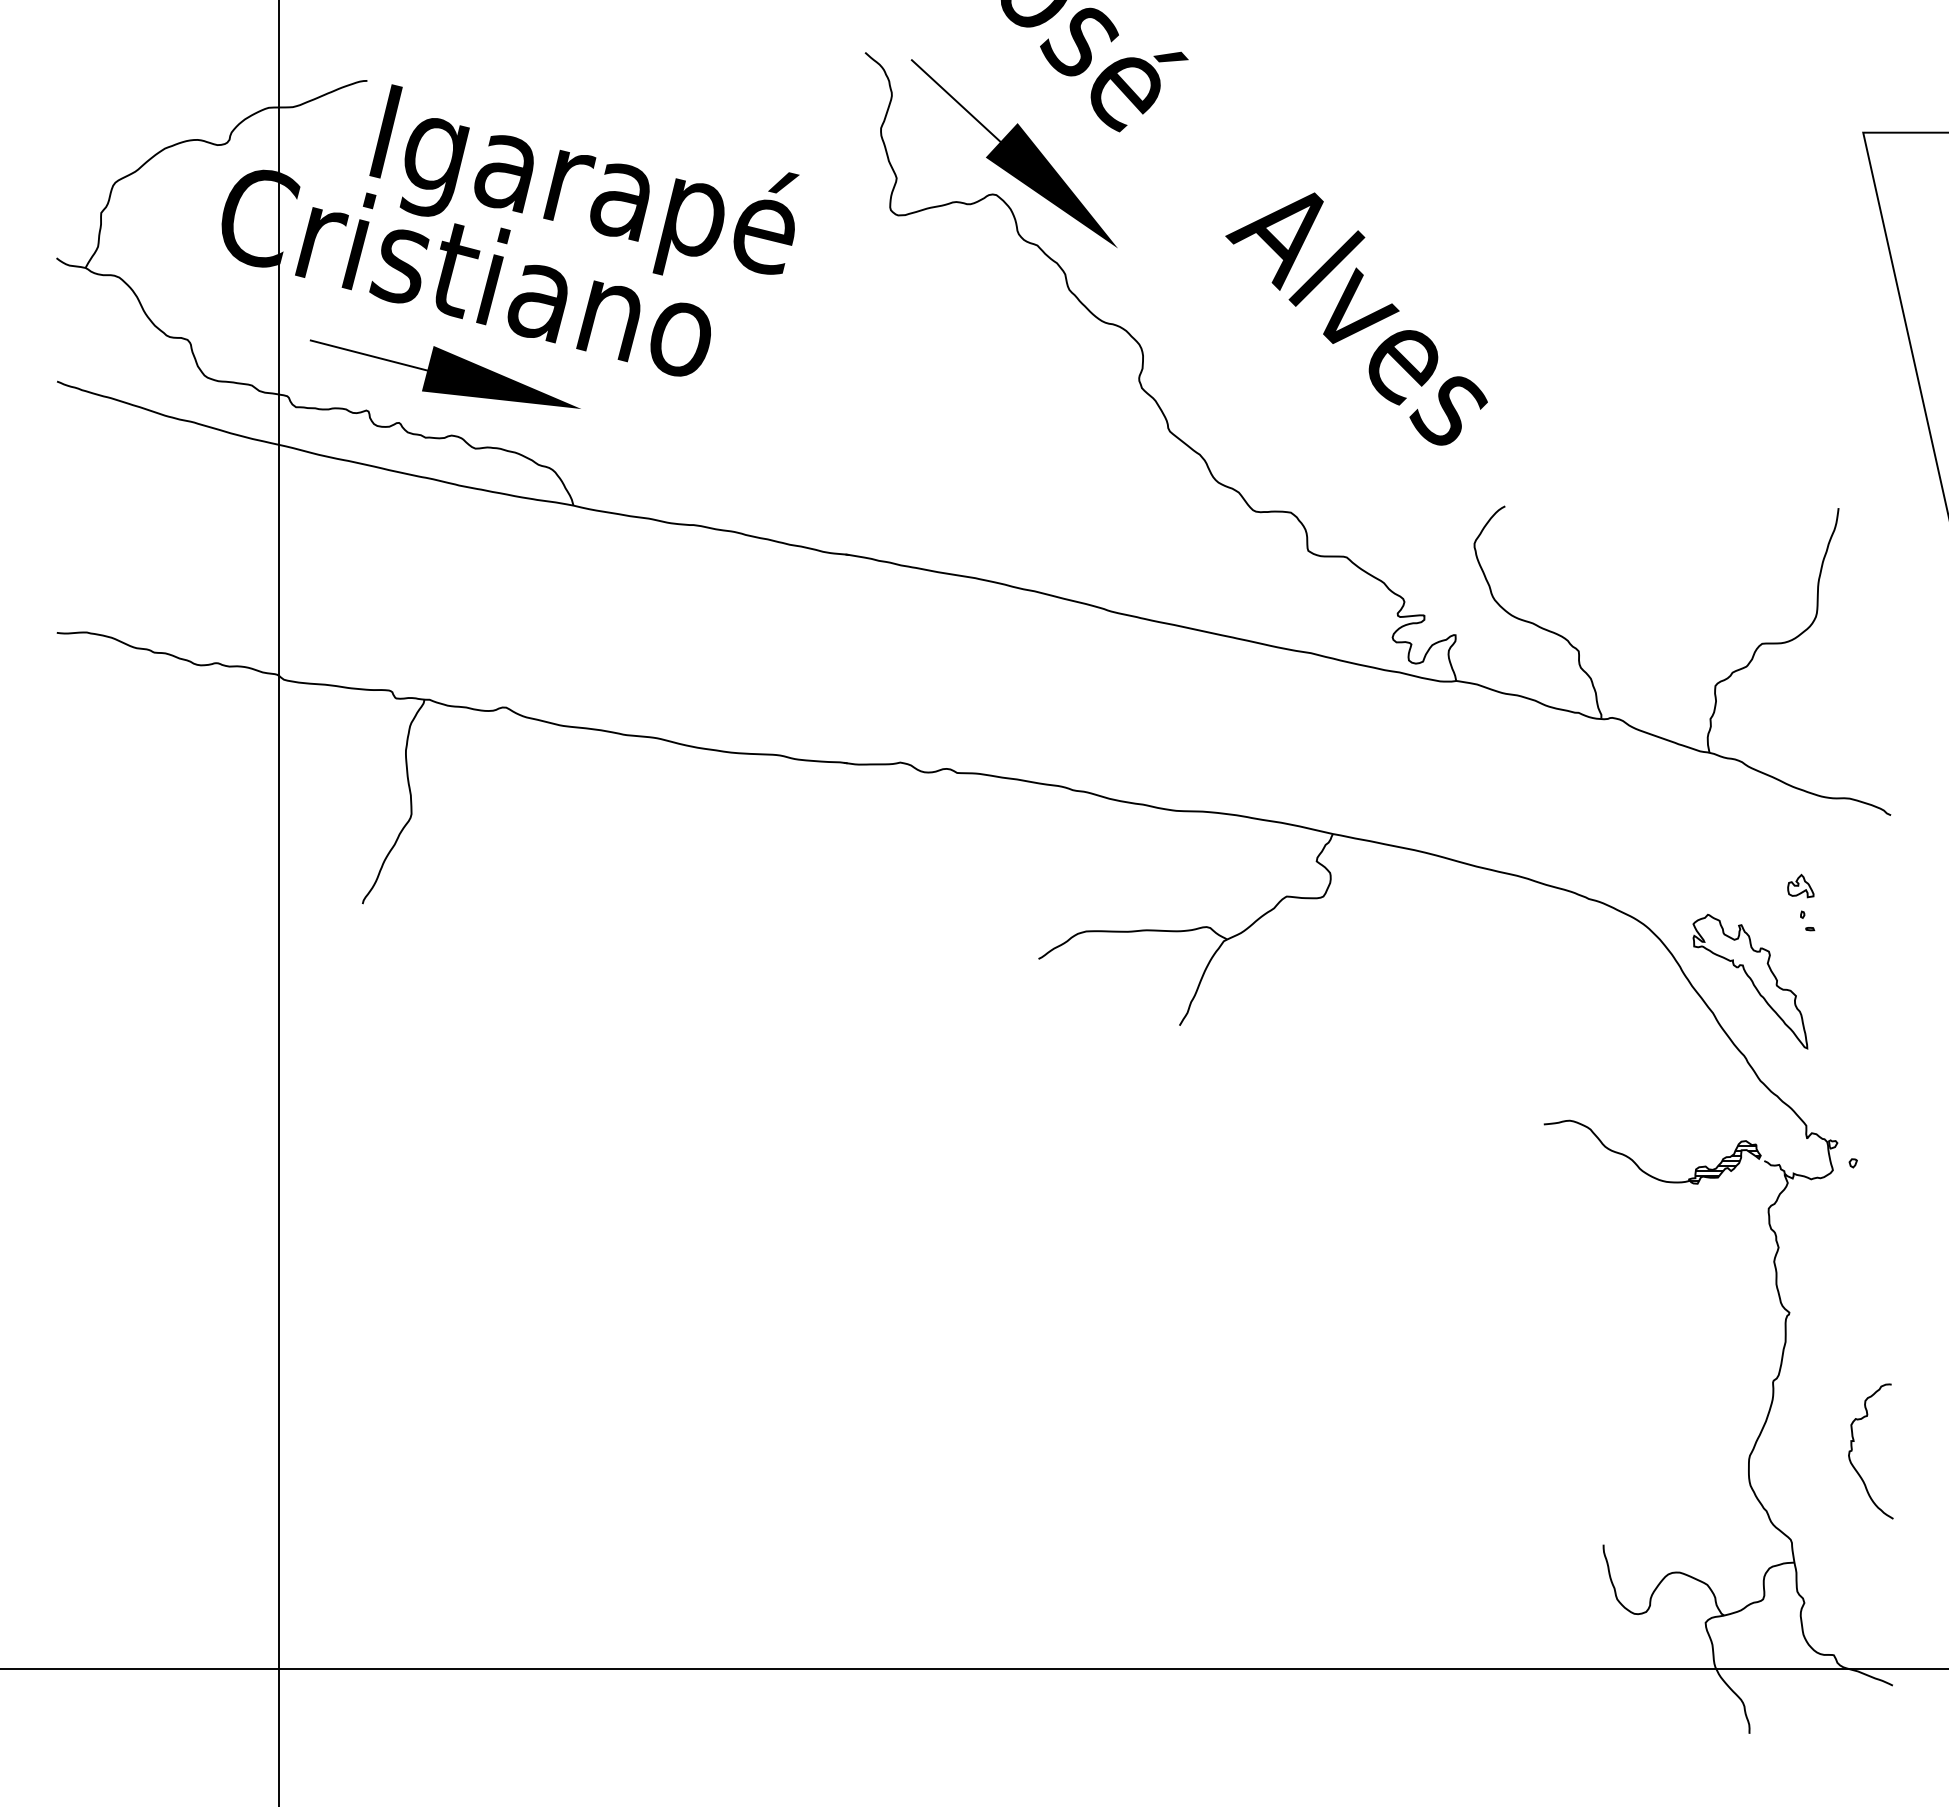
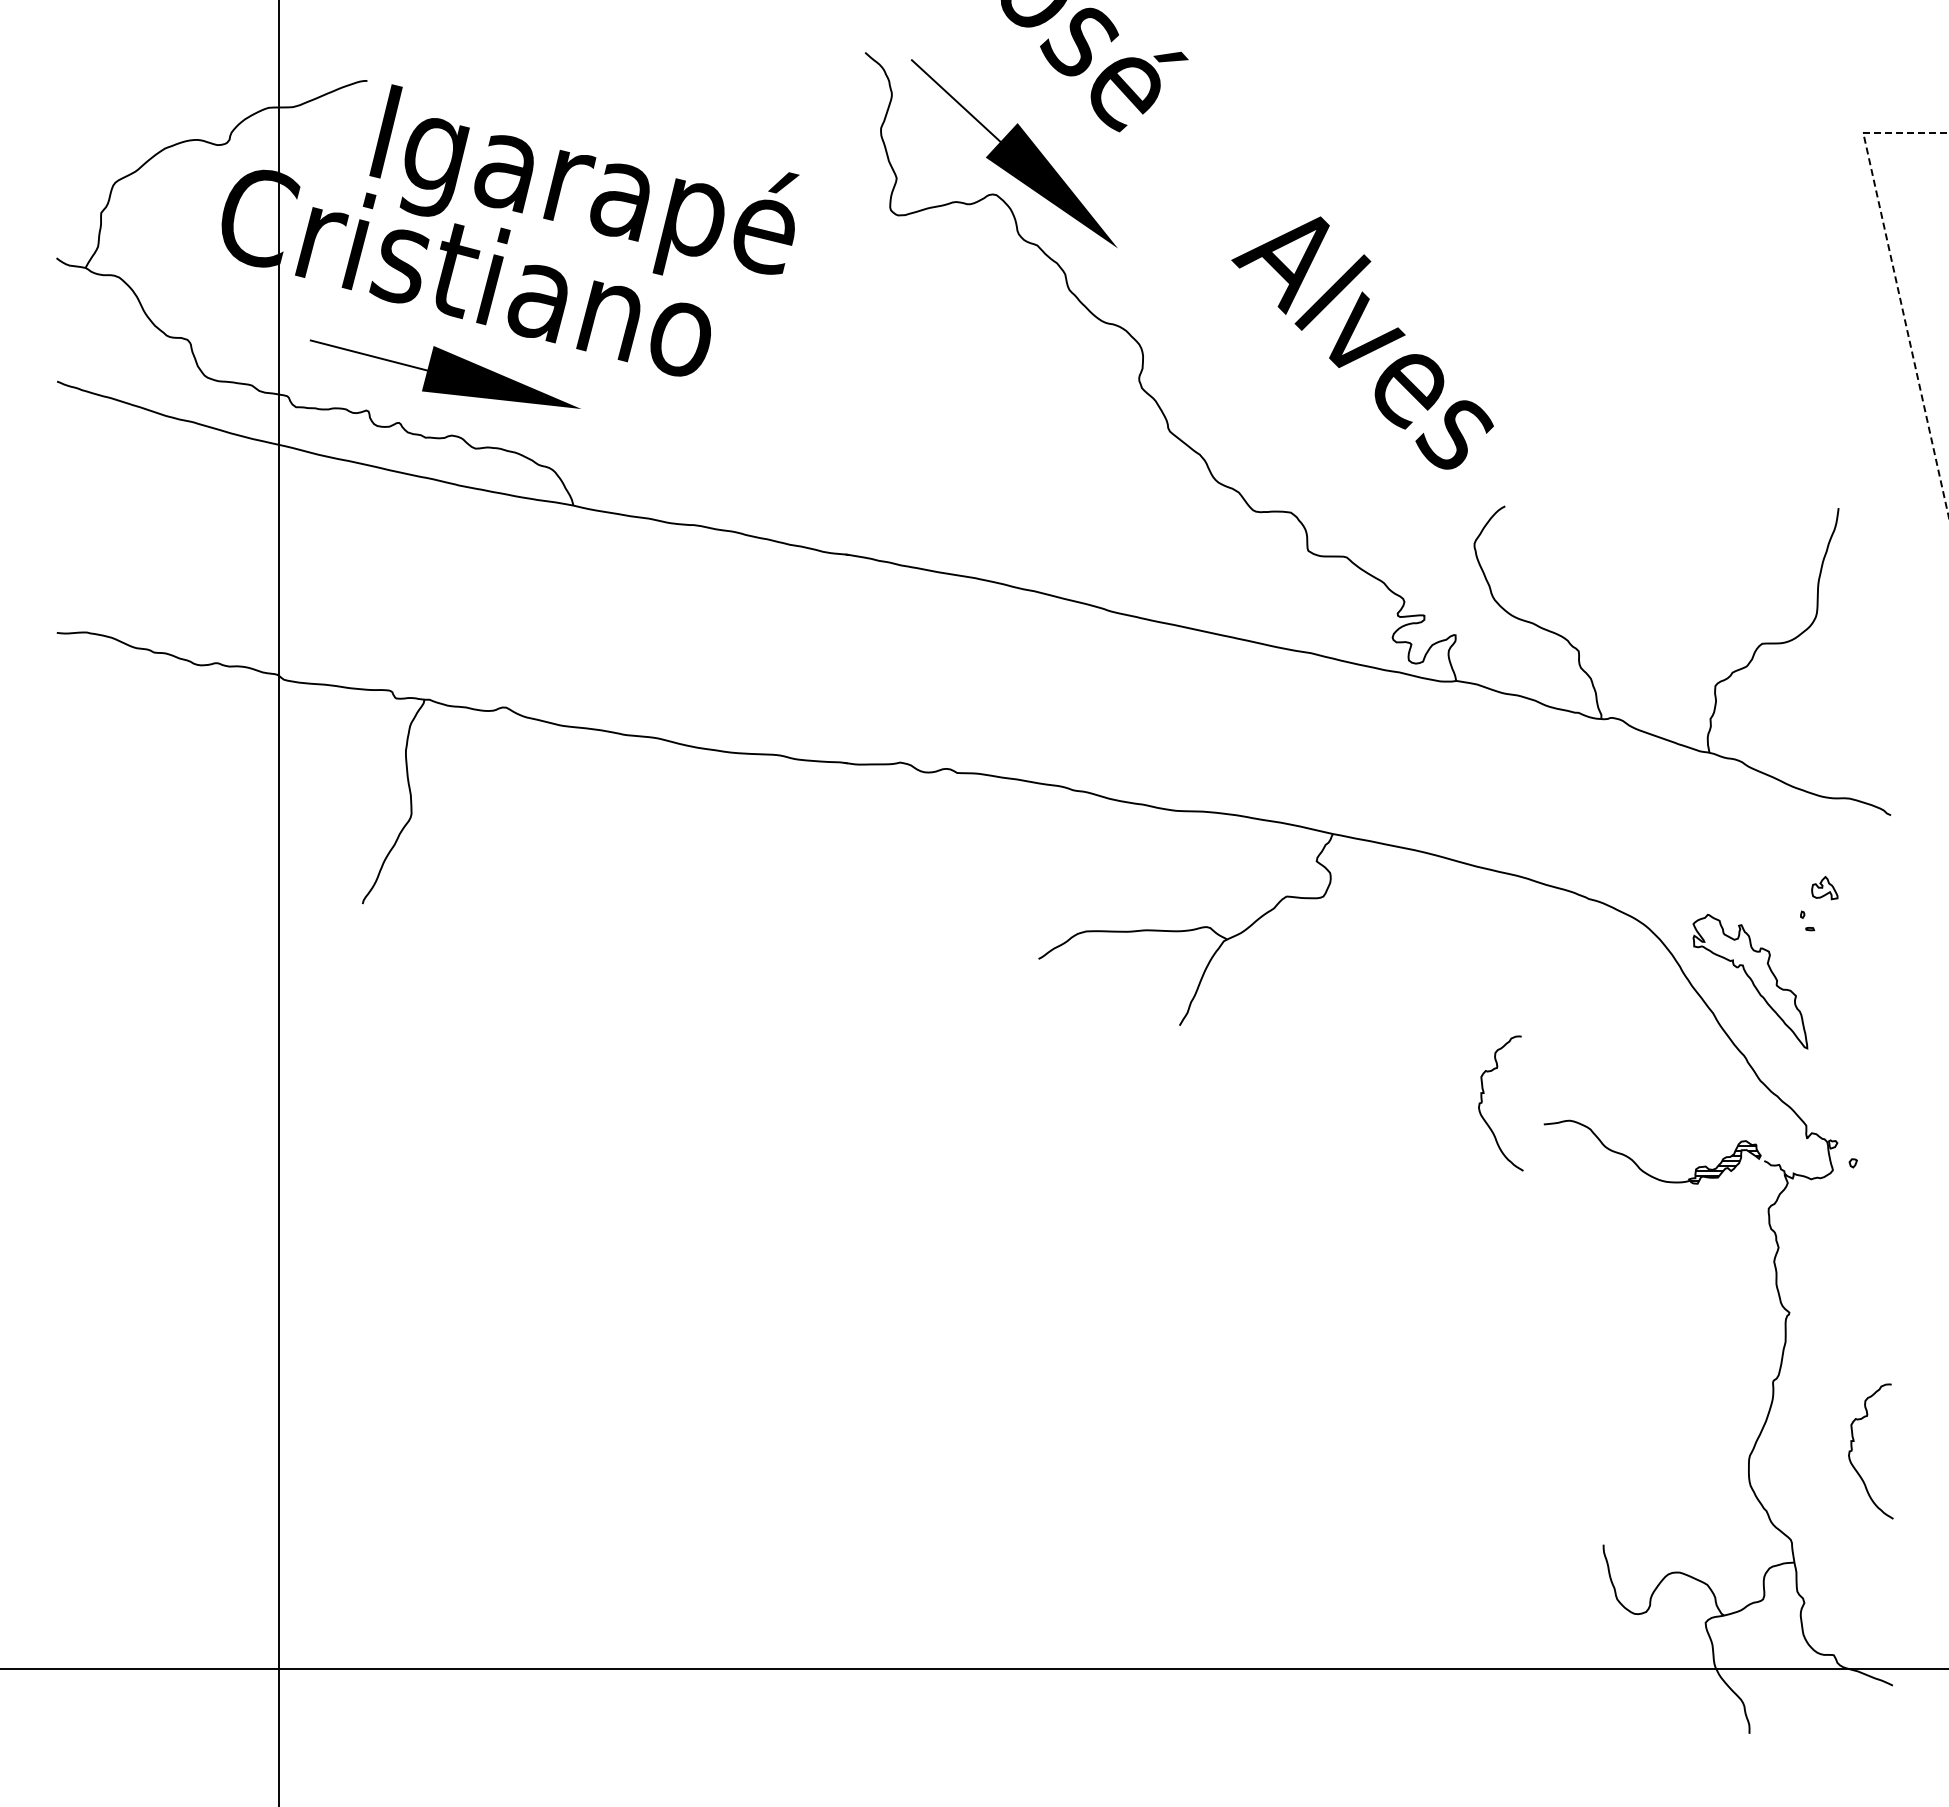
line at (1896, 282): solid -> dashed
text at (1356, 318) position: (1356, 318) -> (1362, 342)
part at (1800, 885) position: (1800, 885) -> (1824, 887)
curve at (1482, 1103): none -> present
